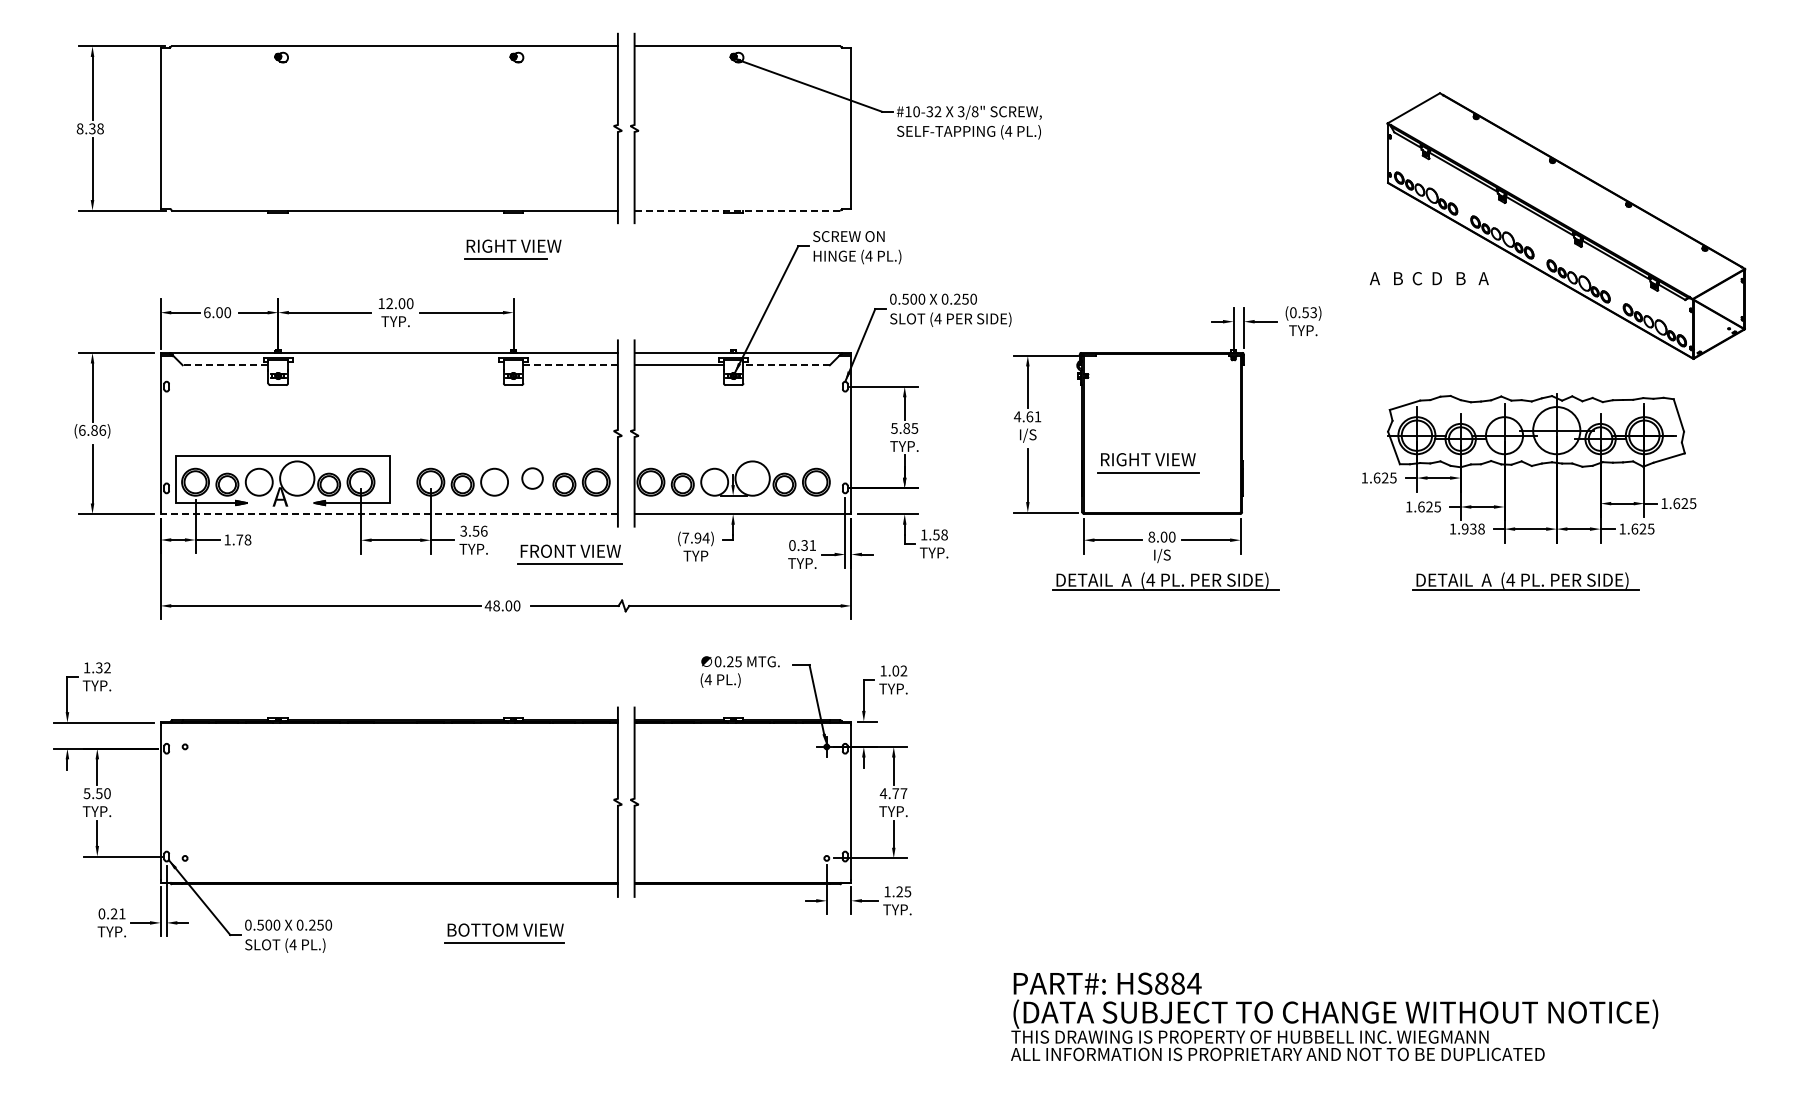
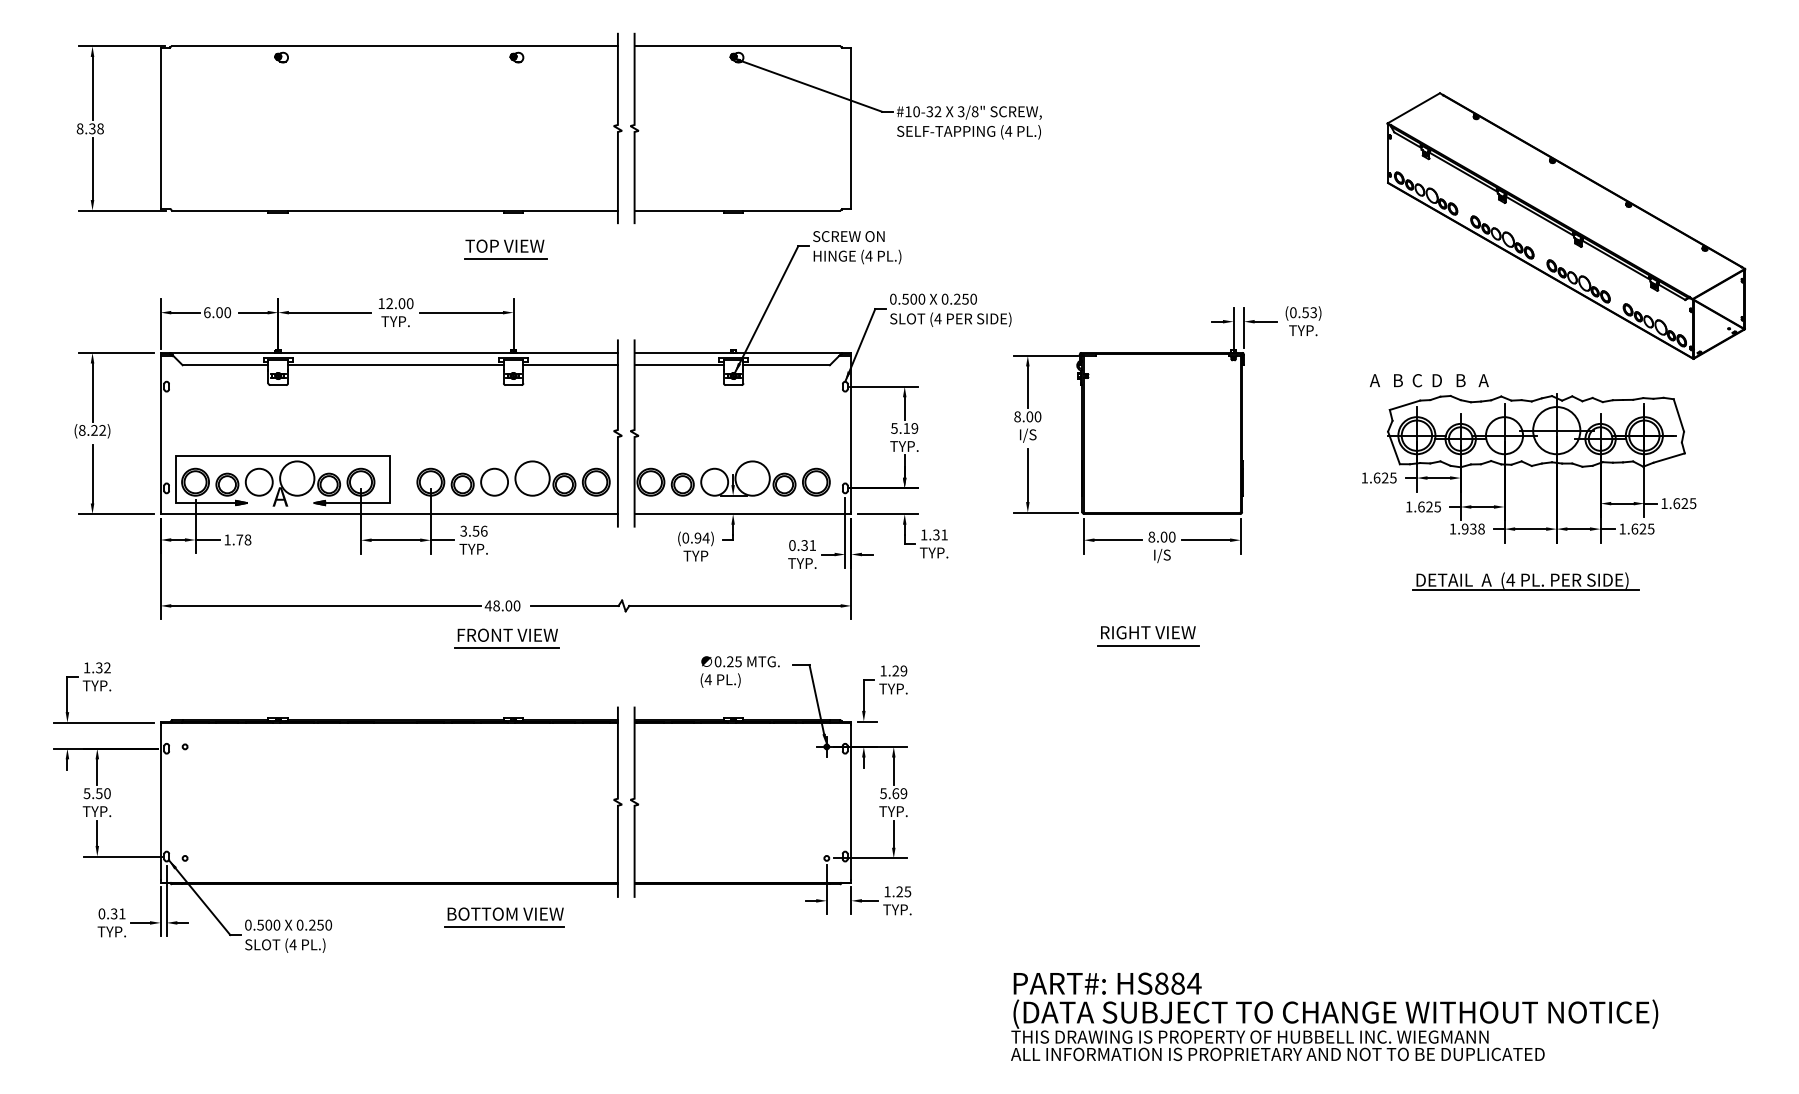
line at (737, 210): dashed -> solid
text at (513, 245): RIGHT VIEW -> TOP VIEW
text at (1429, 278) position: (1429, 278) -> (1429, 380)
line at (225, 365): dashed -> solid
line at (395, 365): none -> present
line at (570, 365): dashed -> solid
line at (786, 365): dashed -> solid
text at (1027, 416): 4.61 -> 8.00
text at (910, 428): 5.85 -> 5.19
text at (92, 430): (6.86) -> (8.22)
part at (1148, 463) position: (1148, 463) -> (1148, 636)
circle at (532, 478) diameter: 21 px -> 34 px
line at (389, 514): dashed -> solid
text at (940, 534): 1.58 -> 1.31
text at (685, 537): (7.94) -> (0.94)
part at (569, 554) position: (569, 554) -> (506, 638)
part at (1165, 581): present -> none
text at (899, 670): 1.02 -> 1.29
text at (893, 793): 4.77 -> 5.69
text at (113, 914): 0.21 -> 0.31
part at (504, 933) position: (504, 933) -> (504, 917)
